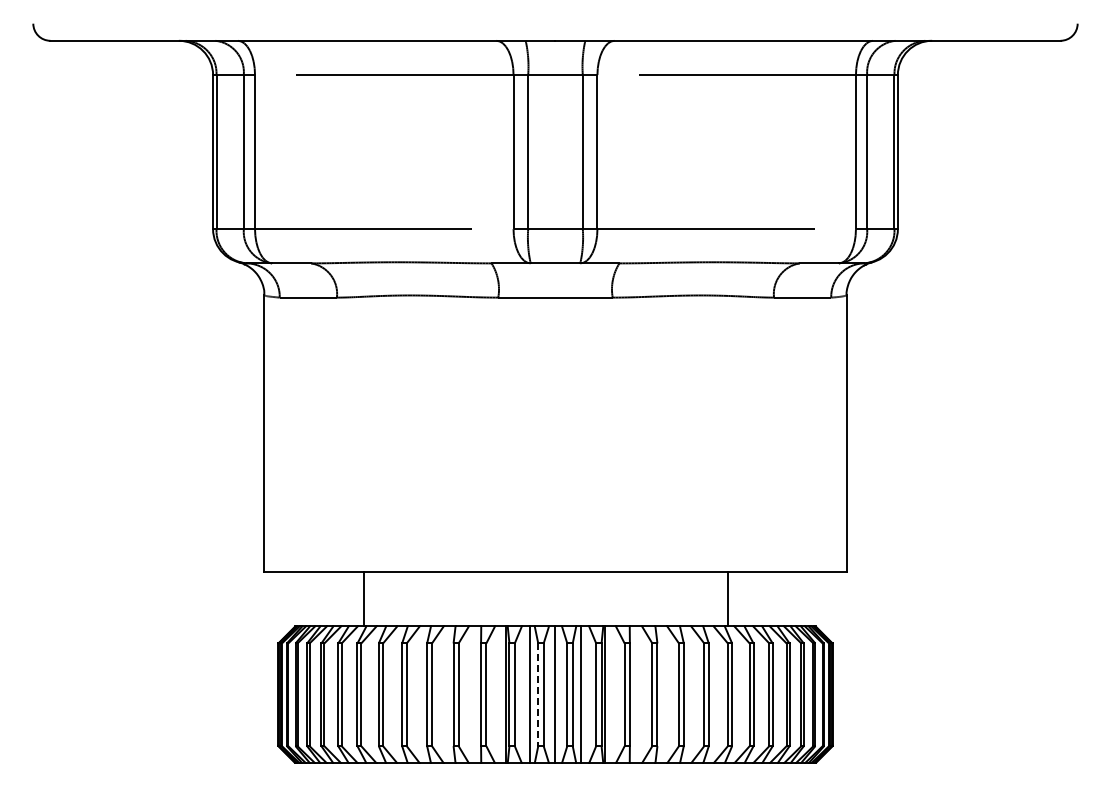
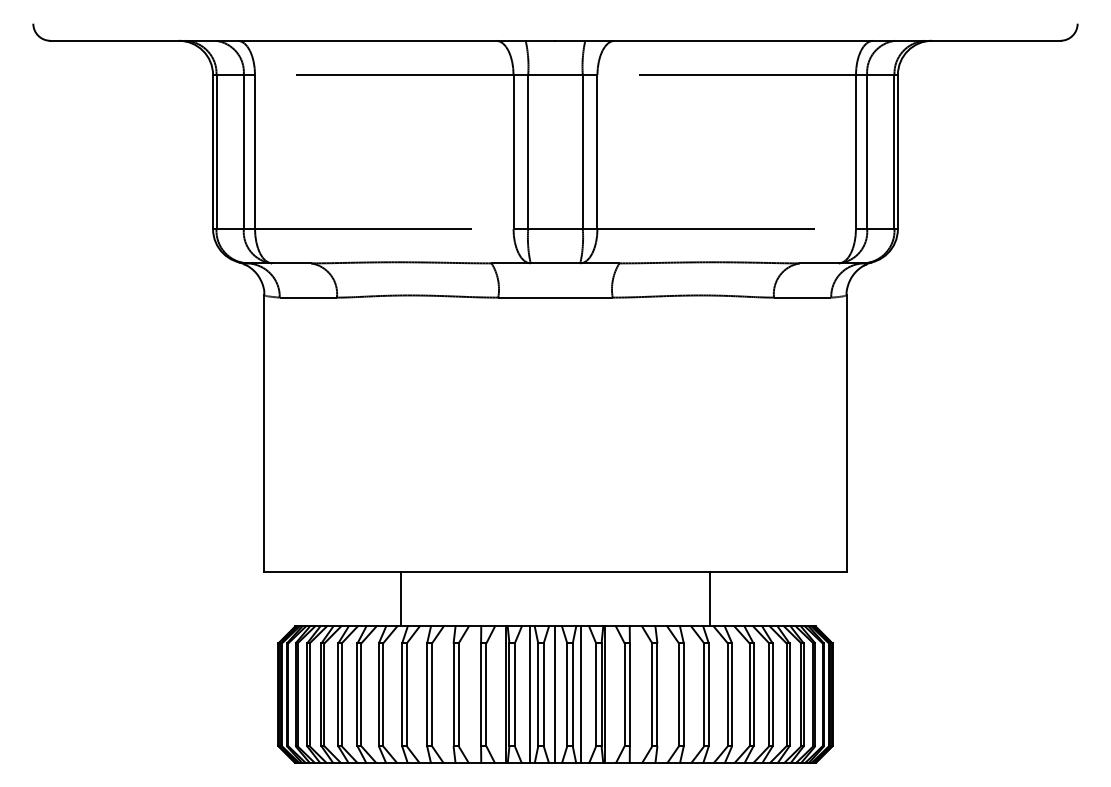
line at (364, 598) position: (364, 598) -> (401, 598)
line at (727, 598) position: (727, 598) -> (709, 598)
line at (538, 695): dashed -> solid
